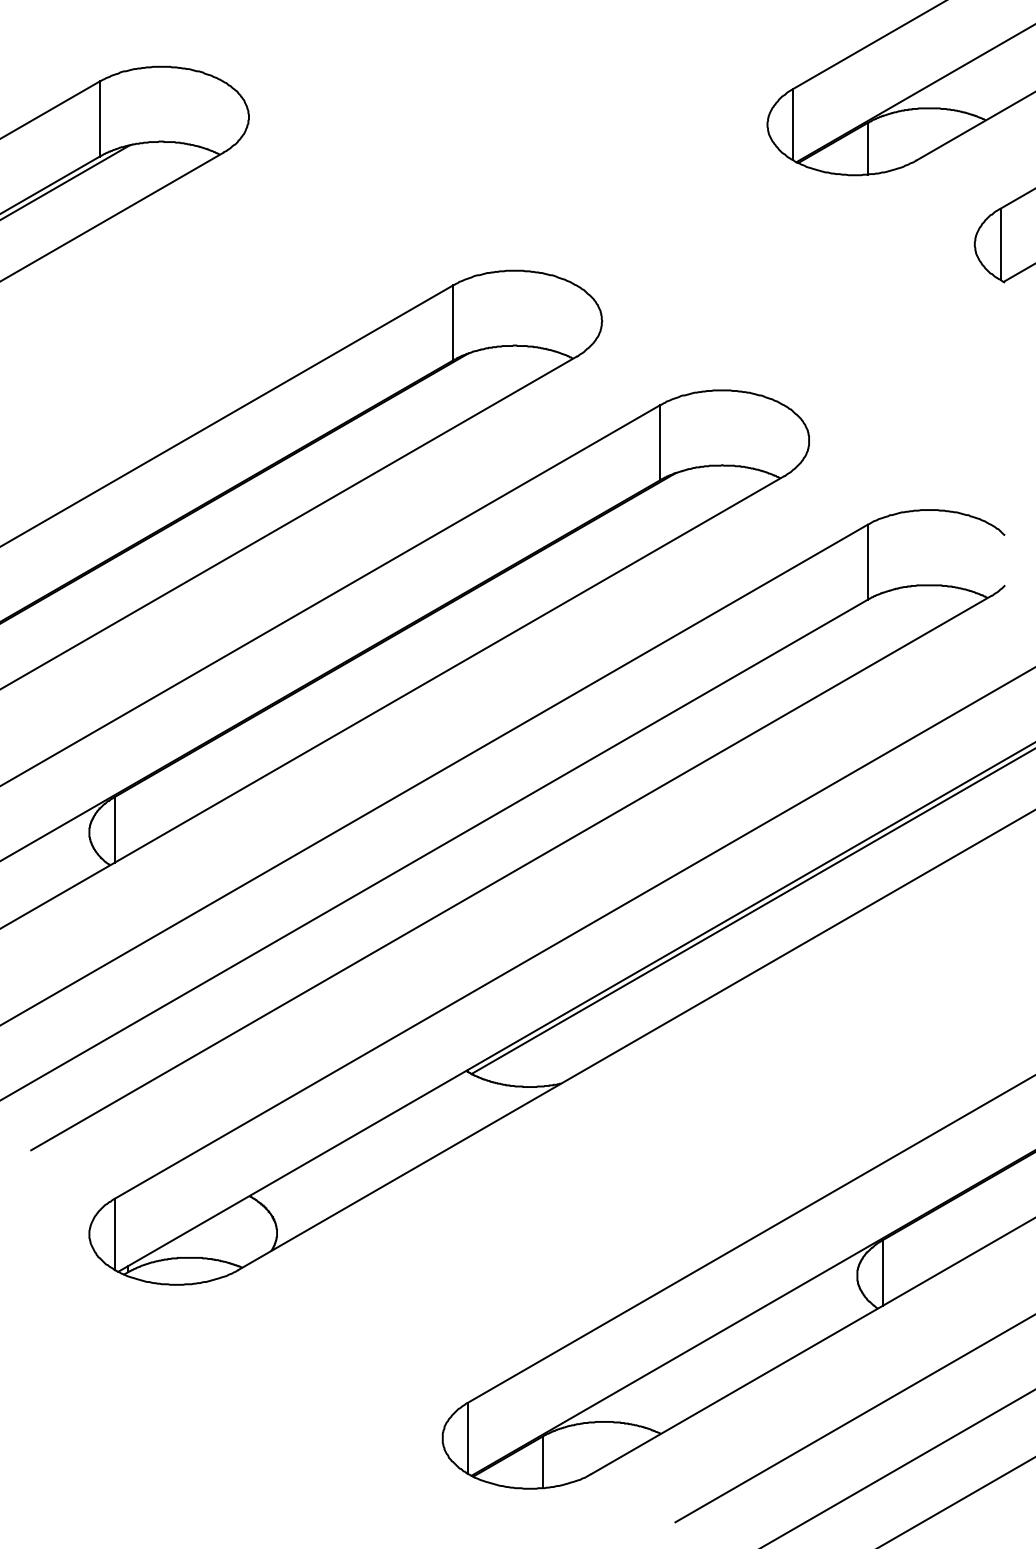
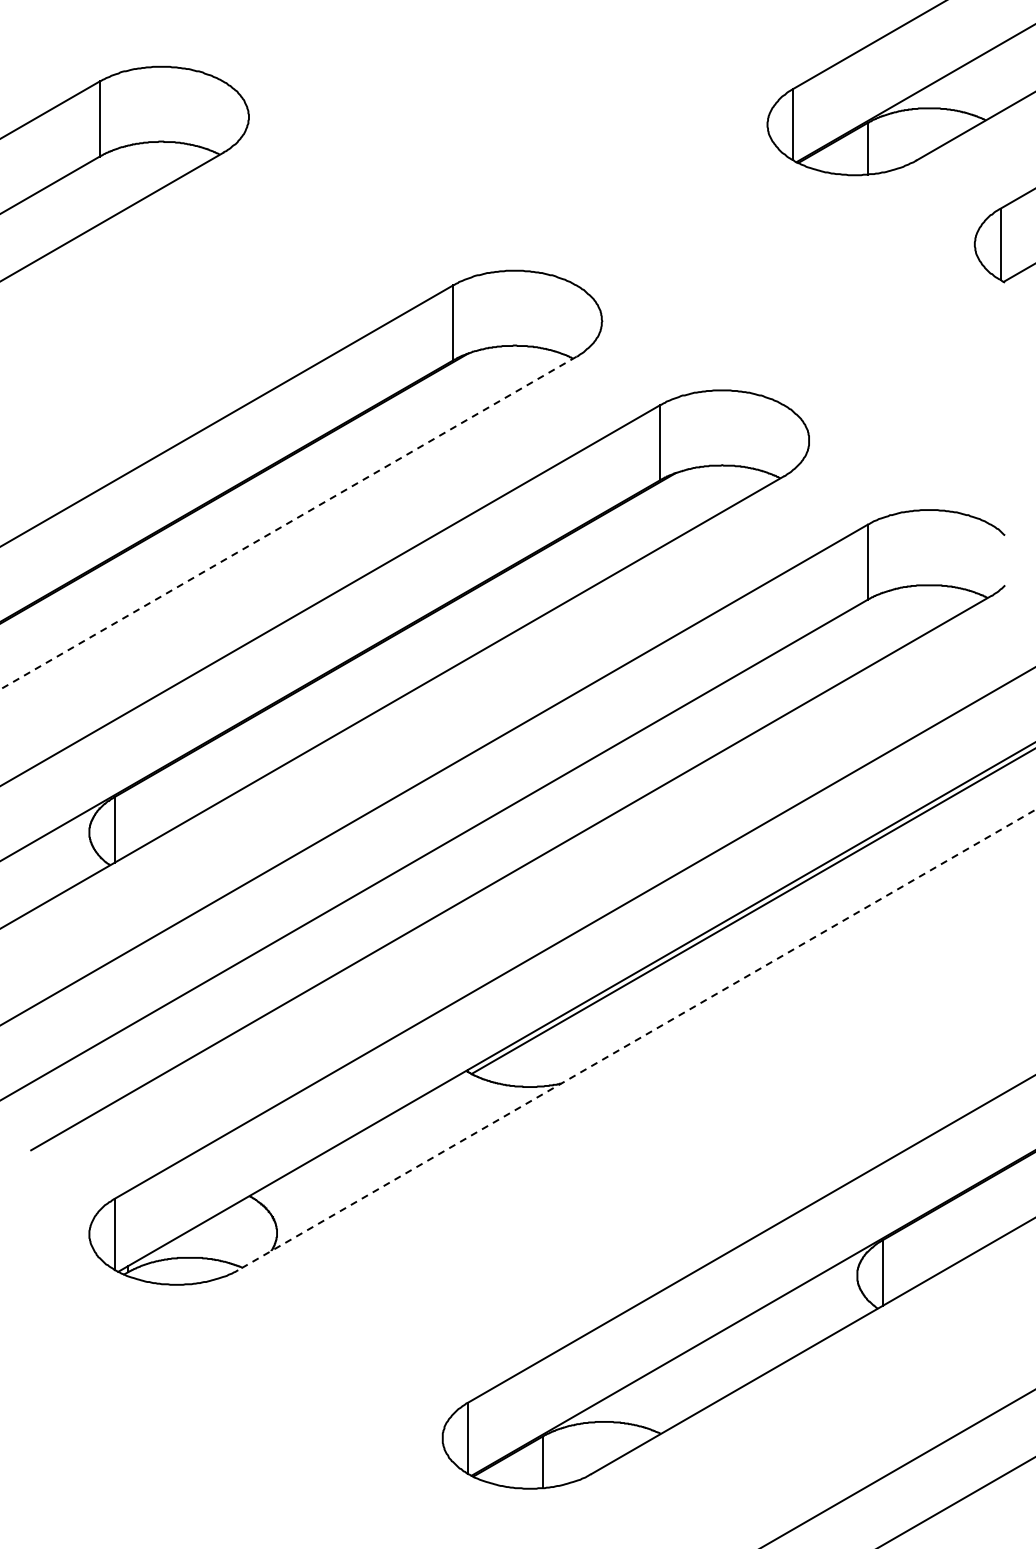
line at (66, 181): present -> none
line at (288, 523): solid -> dashed
line at (636, 1040): solid -> dashed
line at (853, 1419): present -> none
